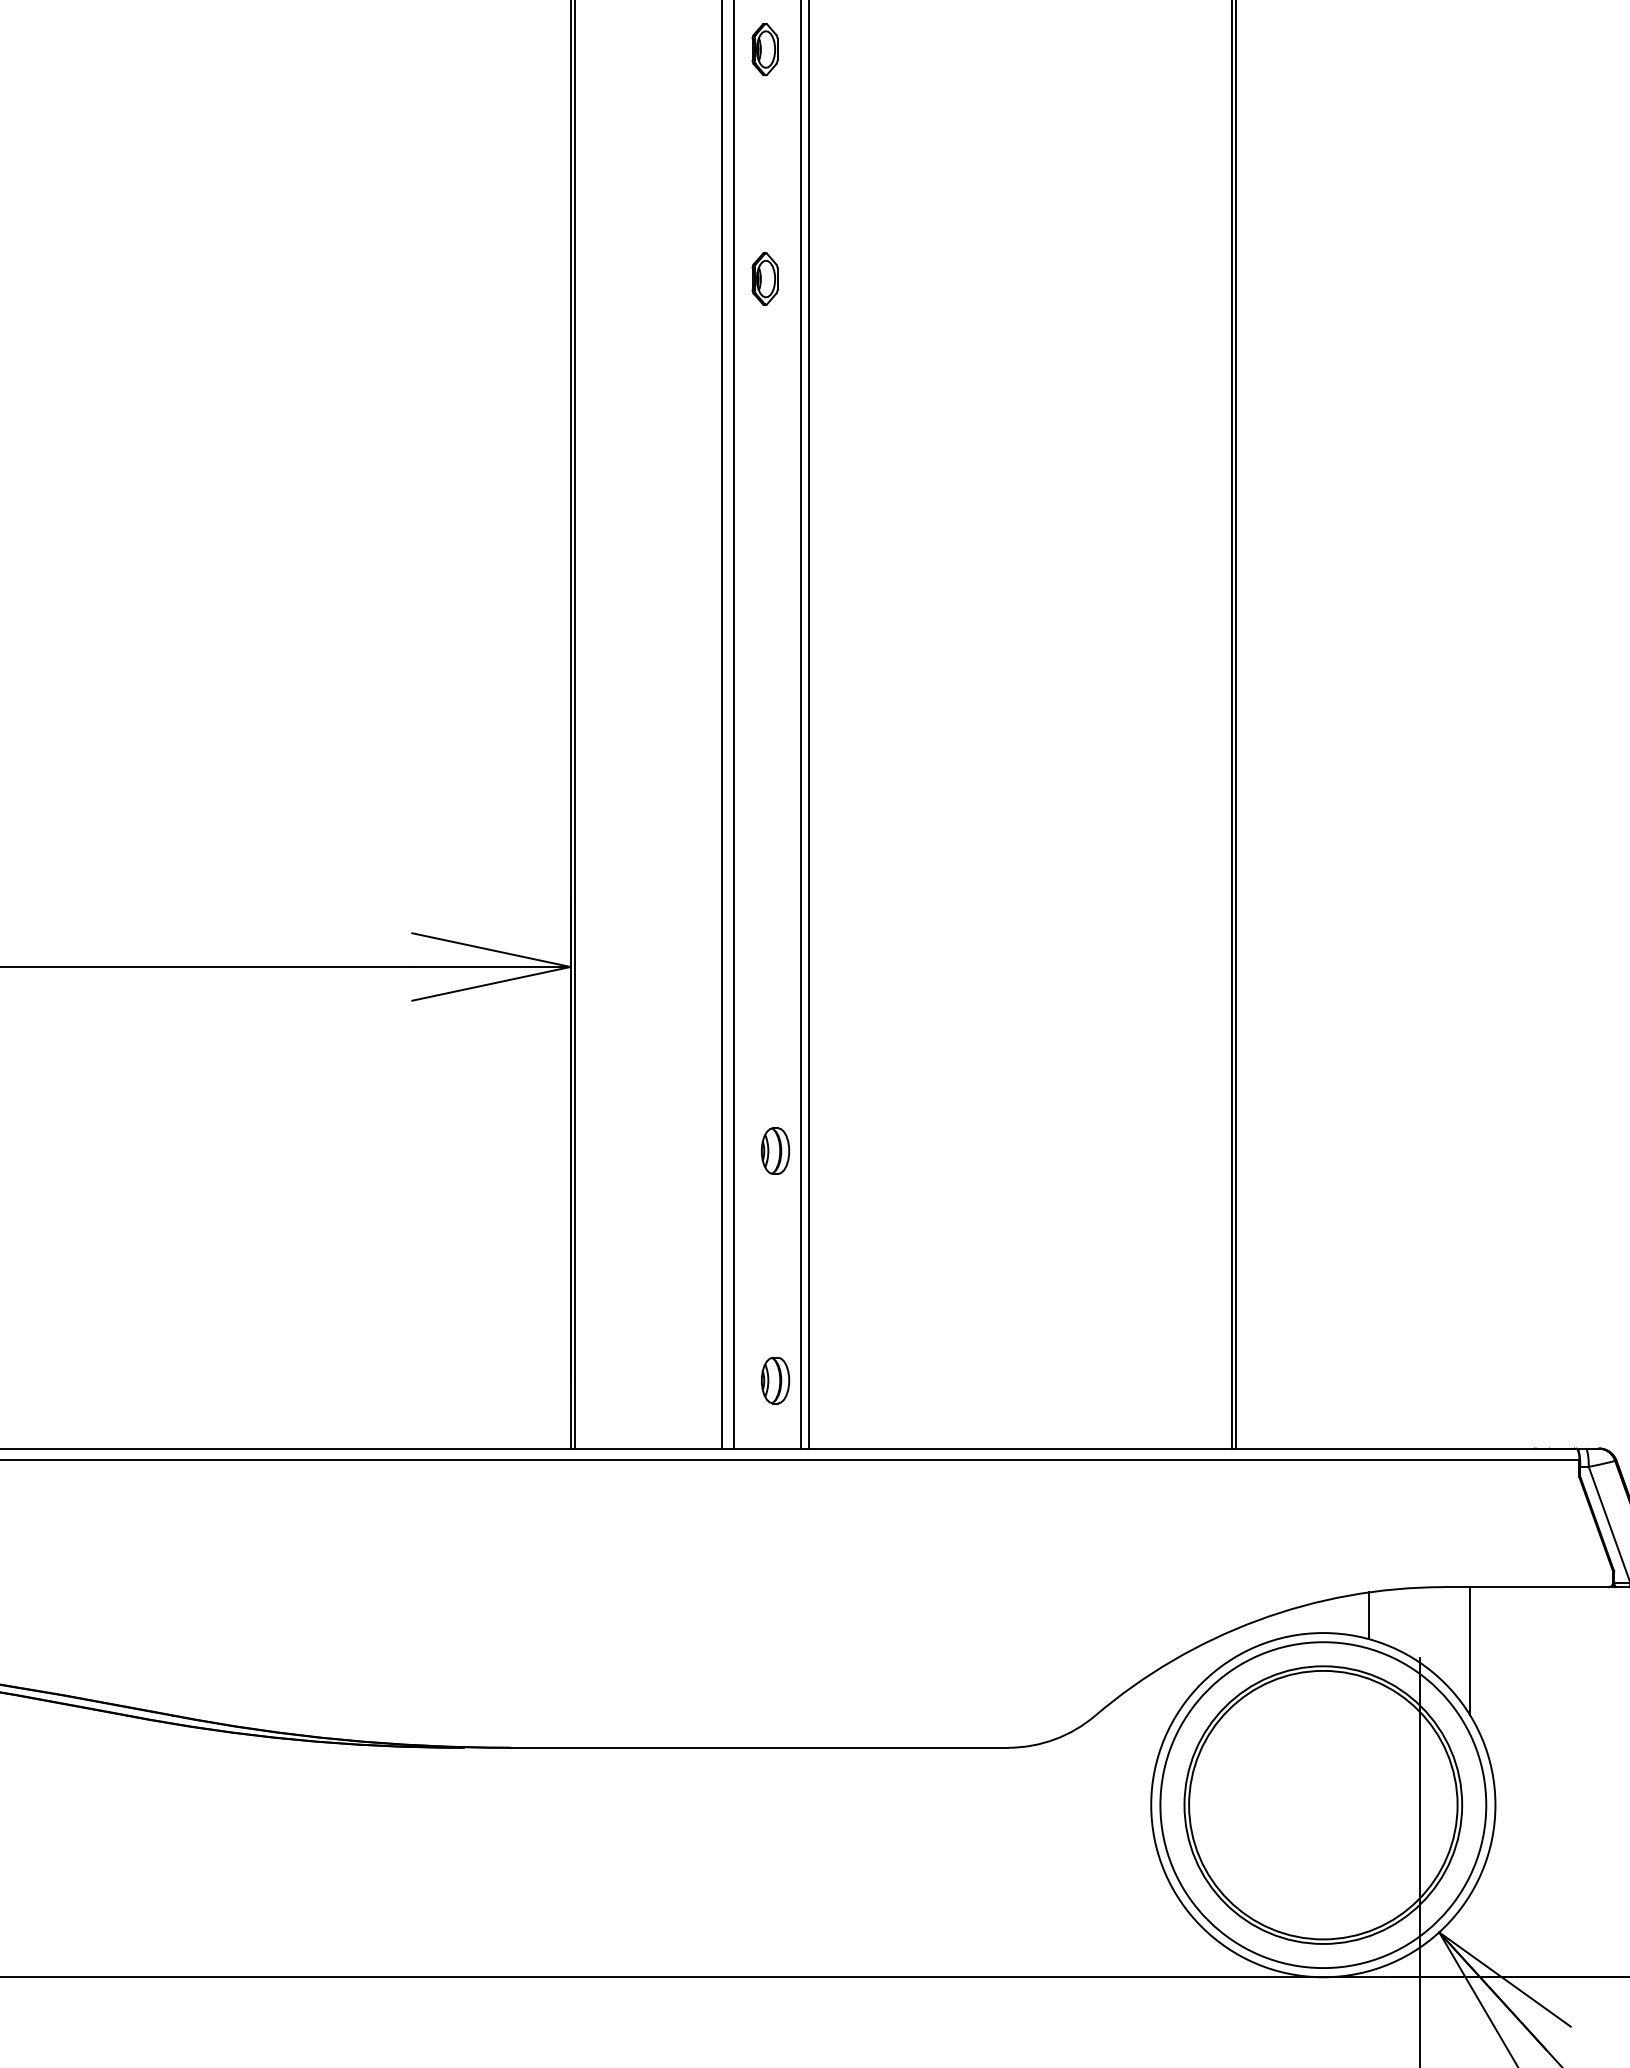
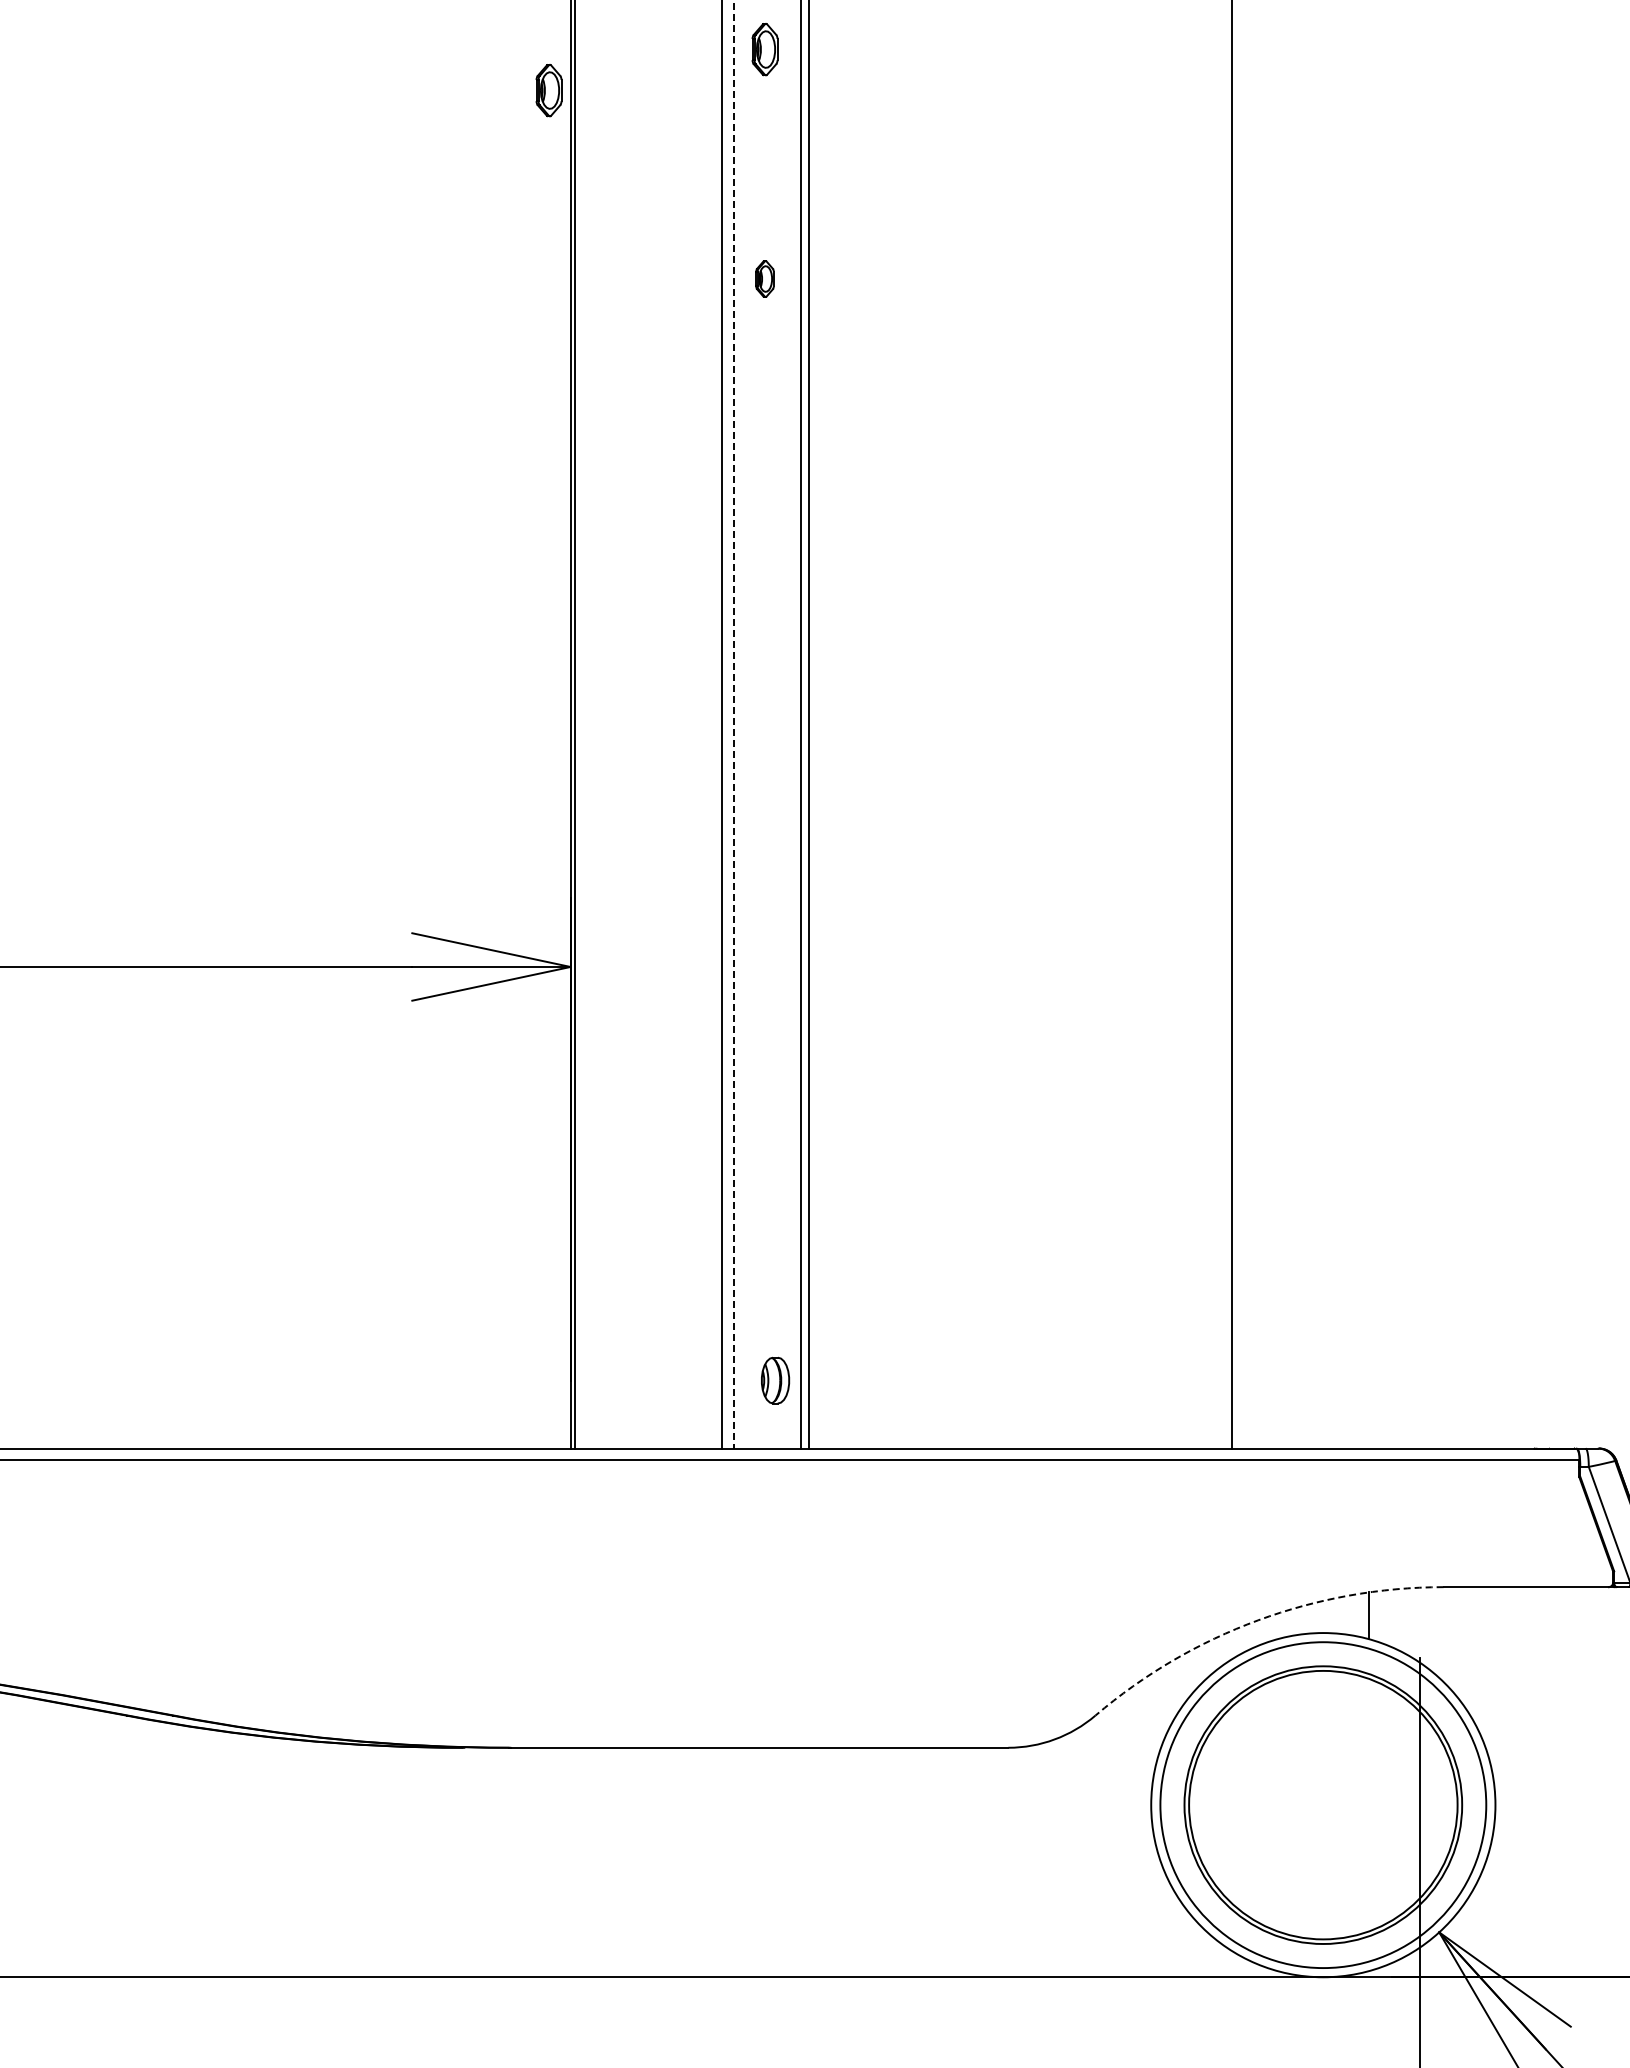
part at (548, 90): none -> present
part at (764, 278) size: 28x54 px -> 20x38 px
line at (734, 725): solid -> dashed
line at (1236, 725): present -> none
part at (775, 1150): present -> none
arc at (1258, 1620): solid -> dashed
line at (1470, 1651): present -> none
